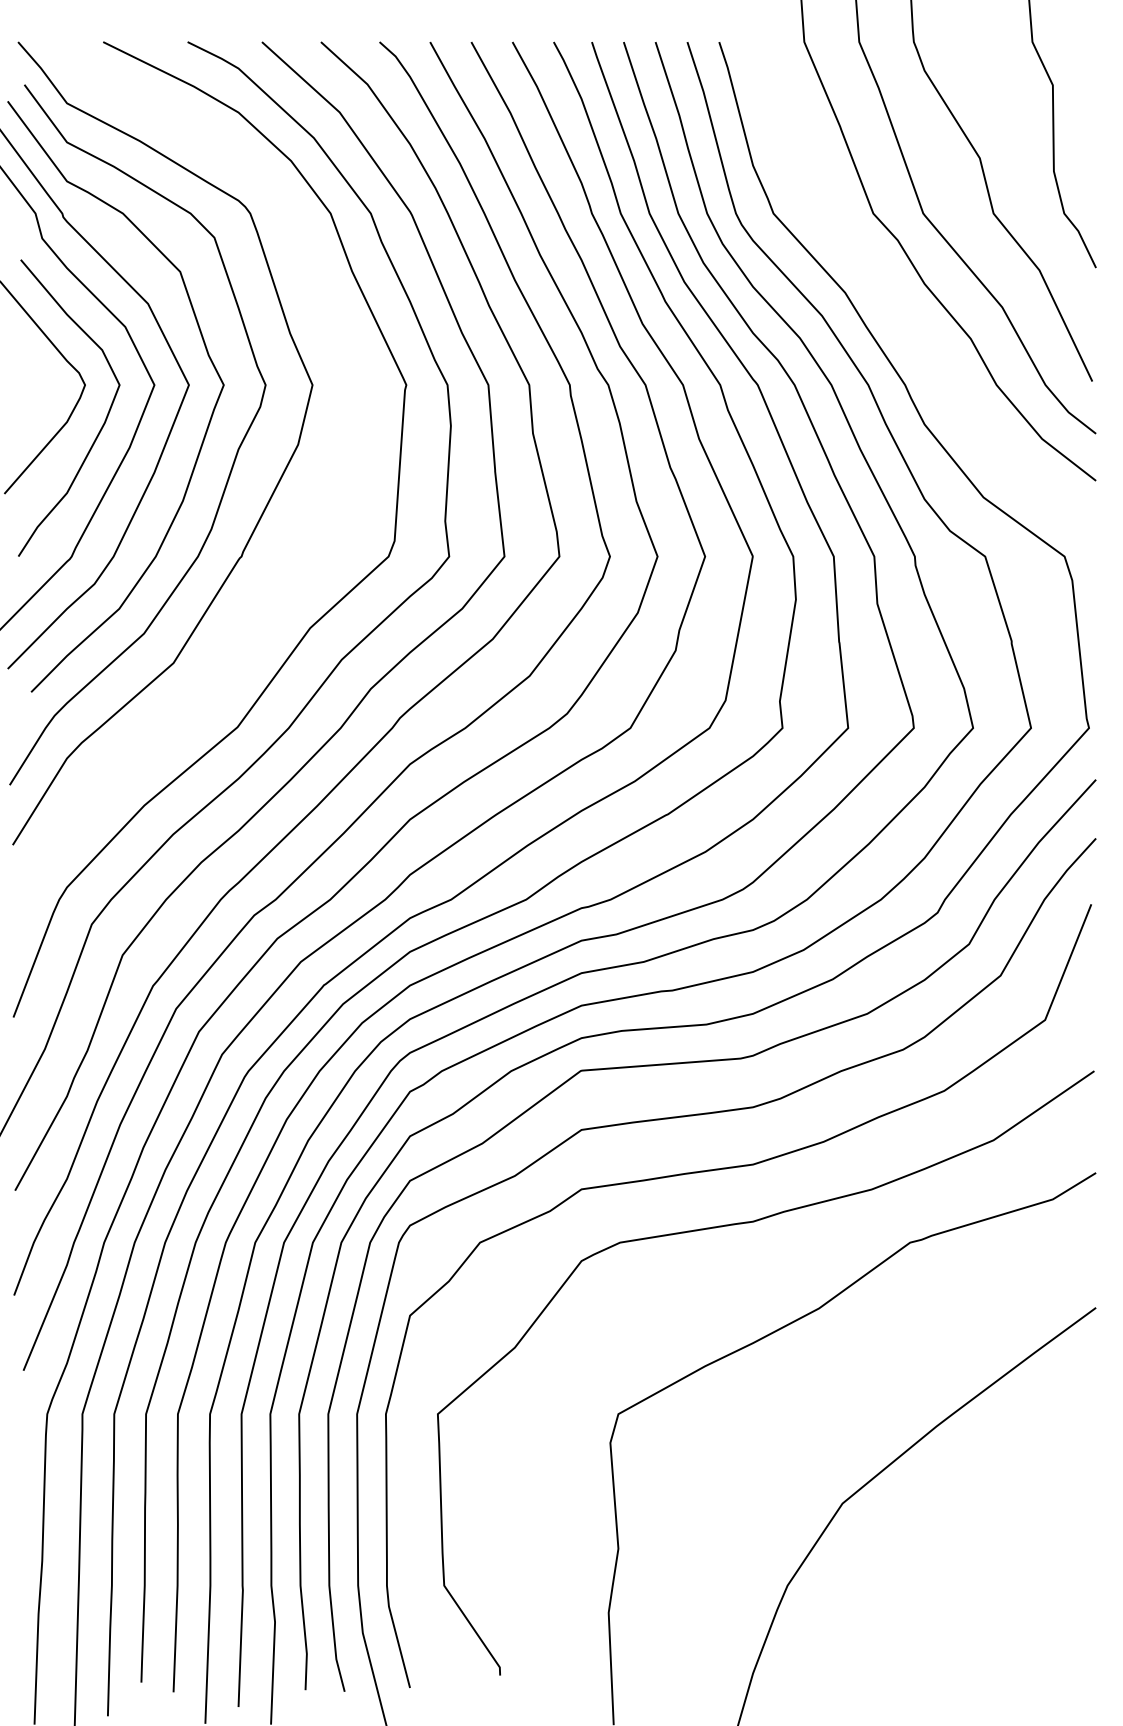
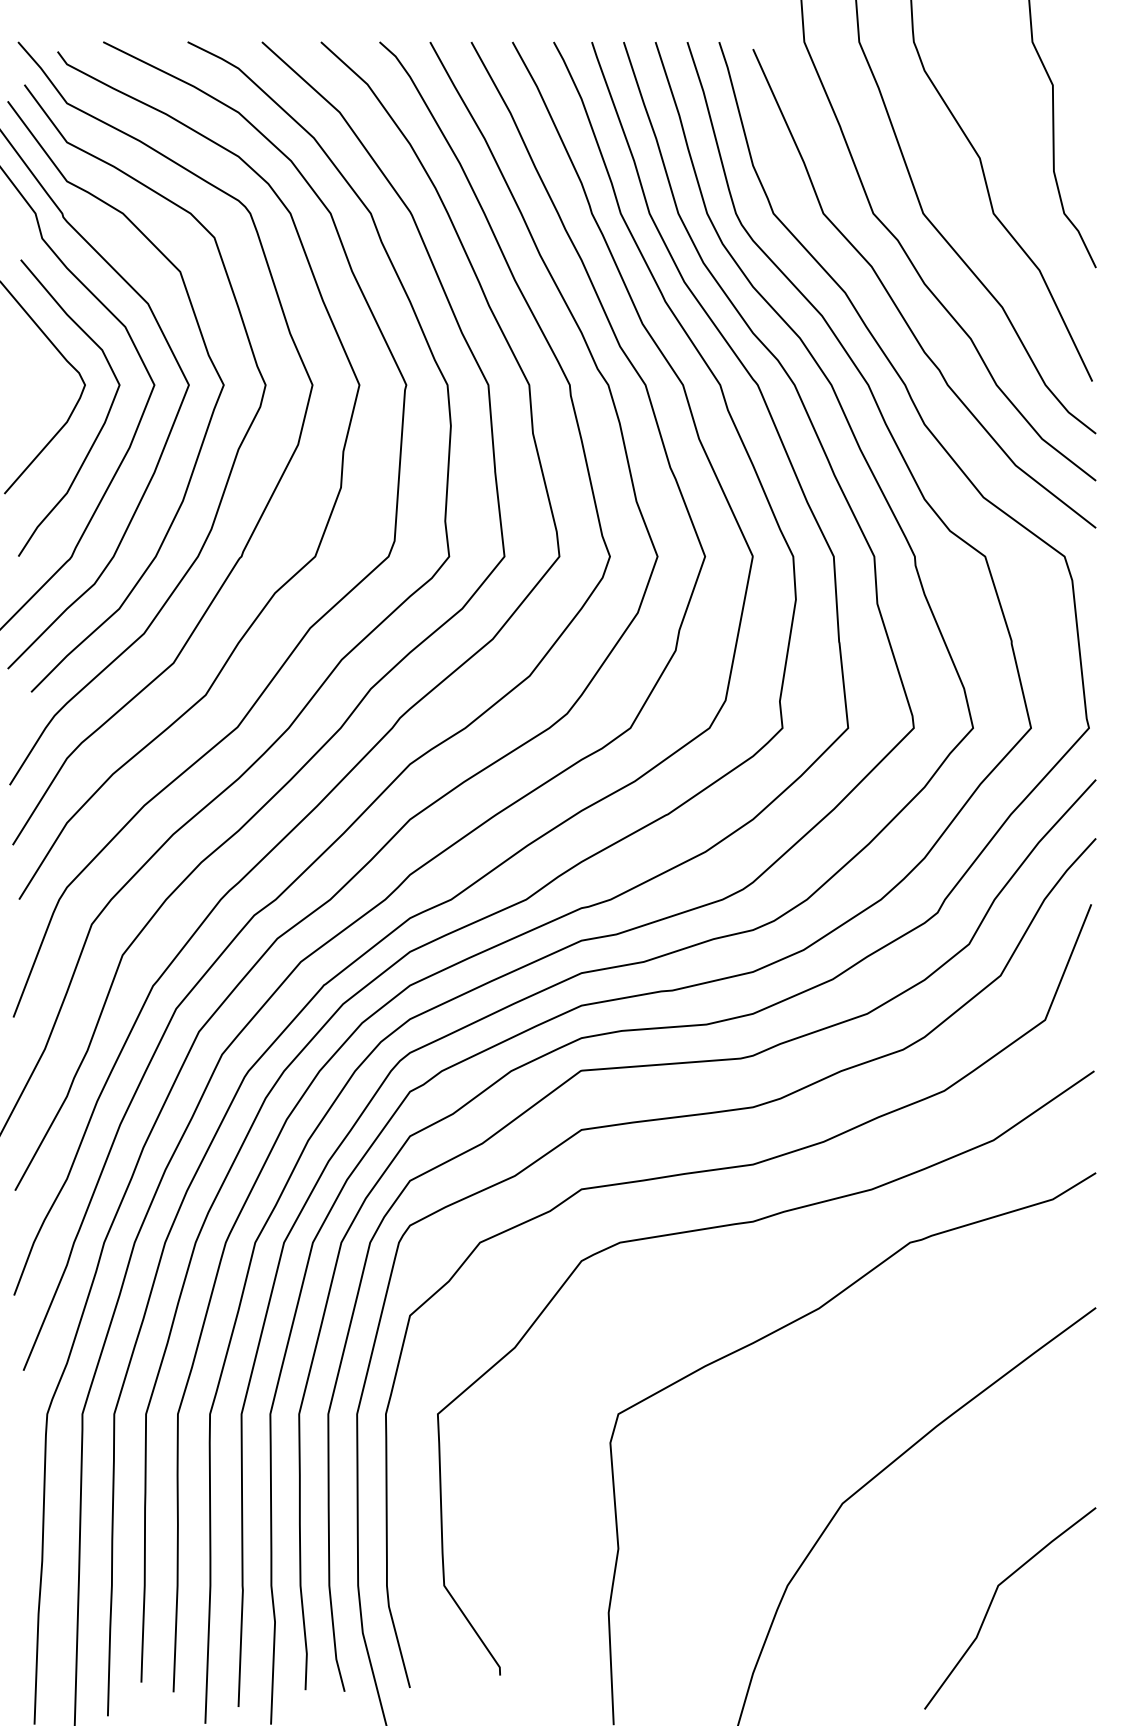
curve at (896, 304): none -> present
curve at (281, 585): none -> present
line at (993, 1600): none -> present
